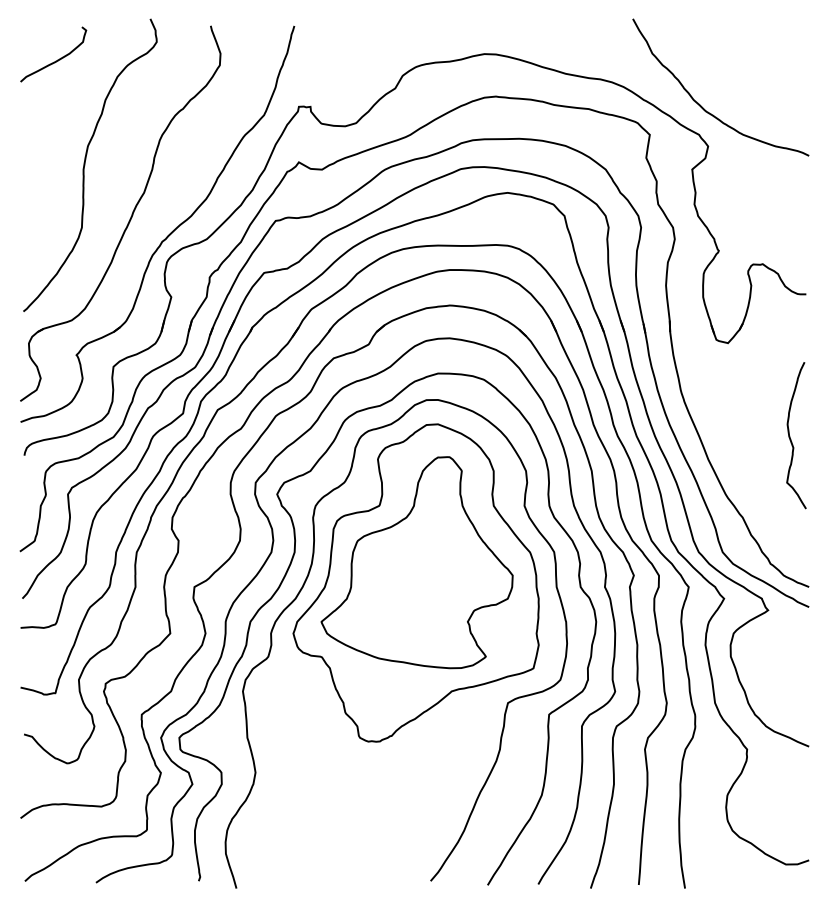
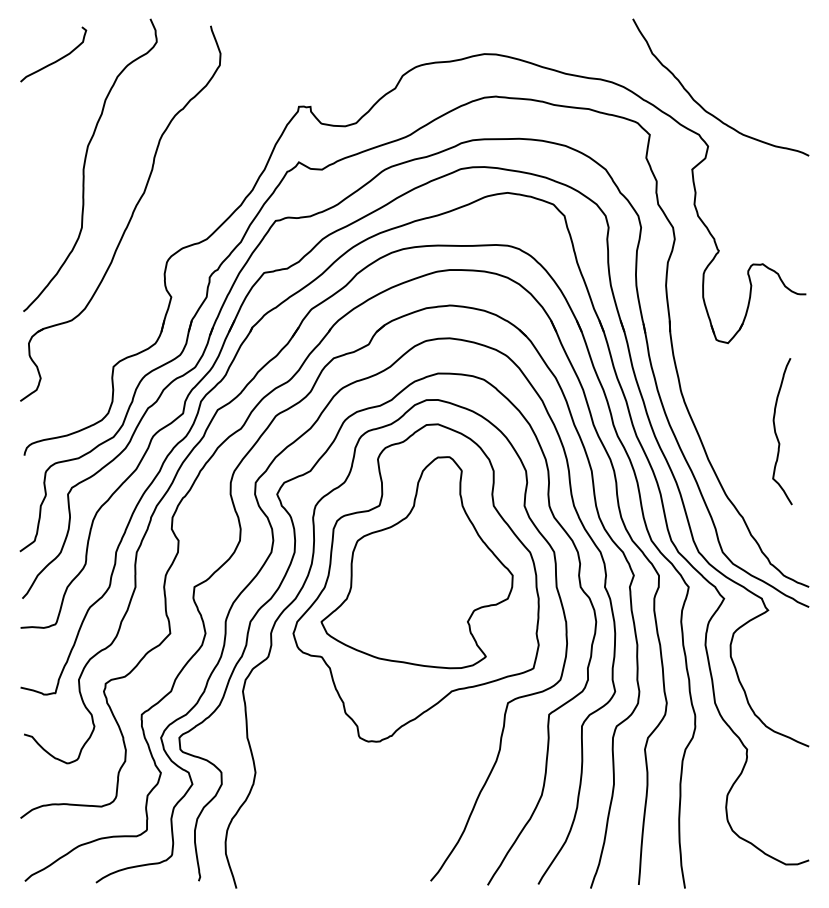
part at (168, 234): present -> none
curve at (790, 436) position: (790, 436) -> (776, 432)
